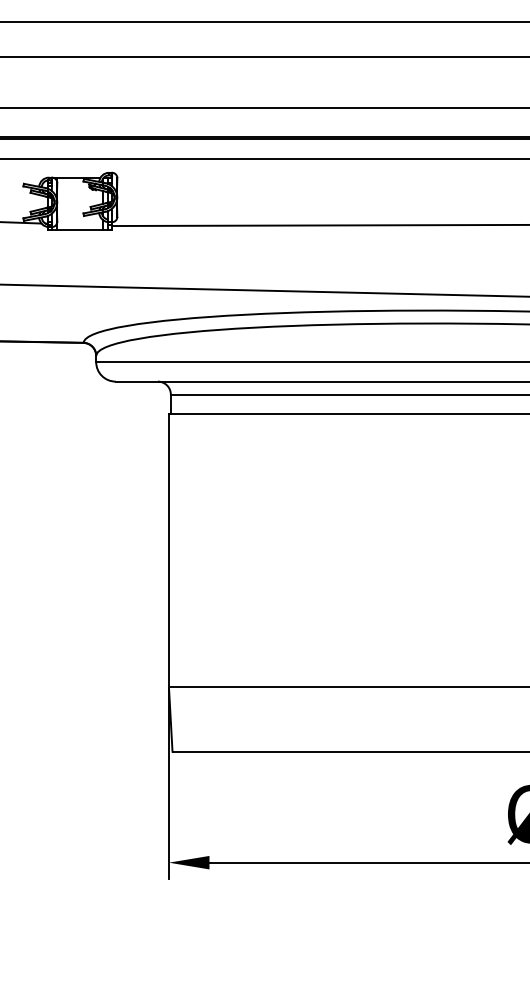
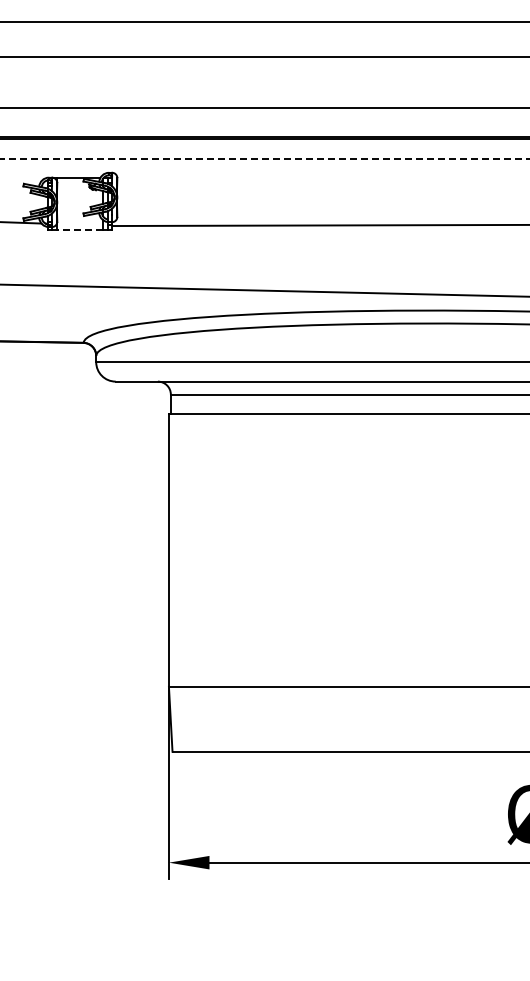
line at (265, 158): solid -> dashed
line at (79, 229): solid -> dashed
